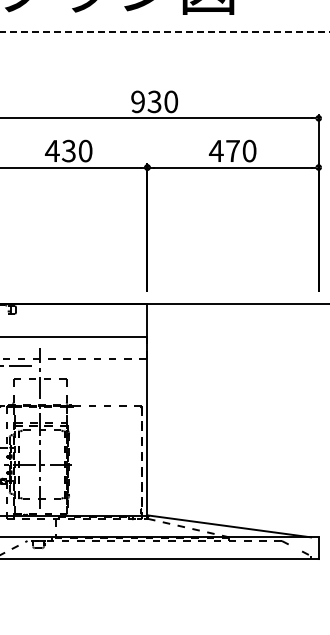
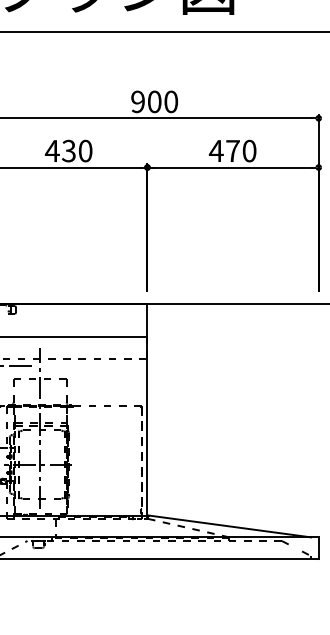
line at (165, 31): dashed -> solid
text at (154, 101): 930 -> 900
